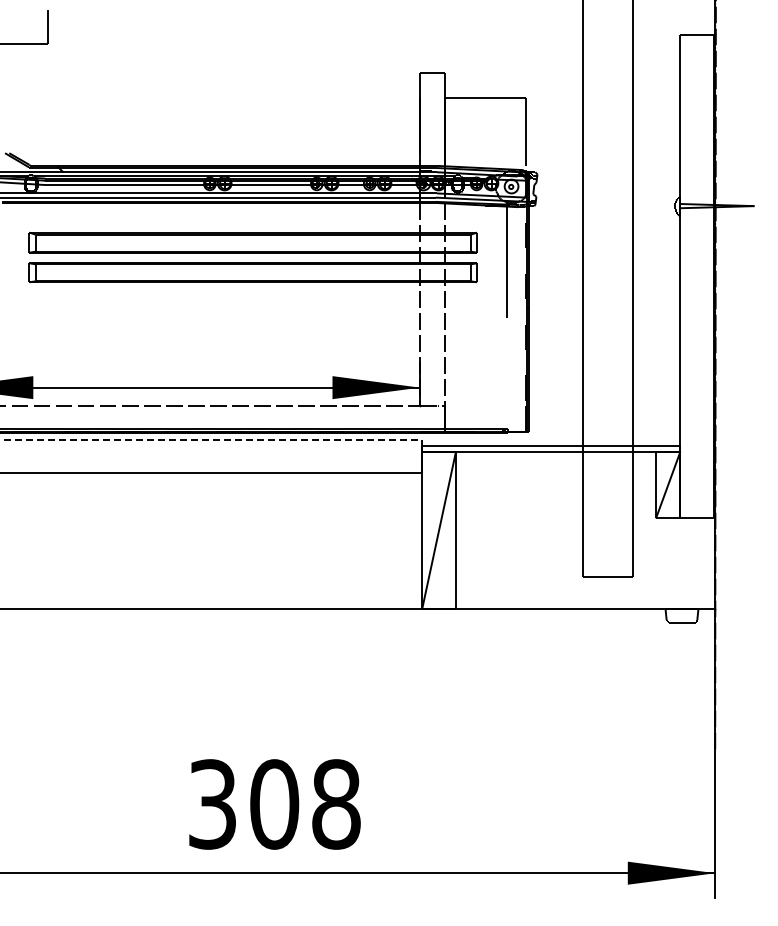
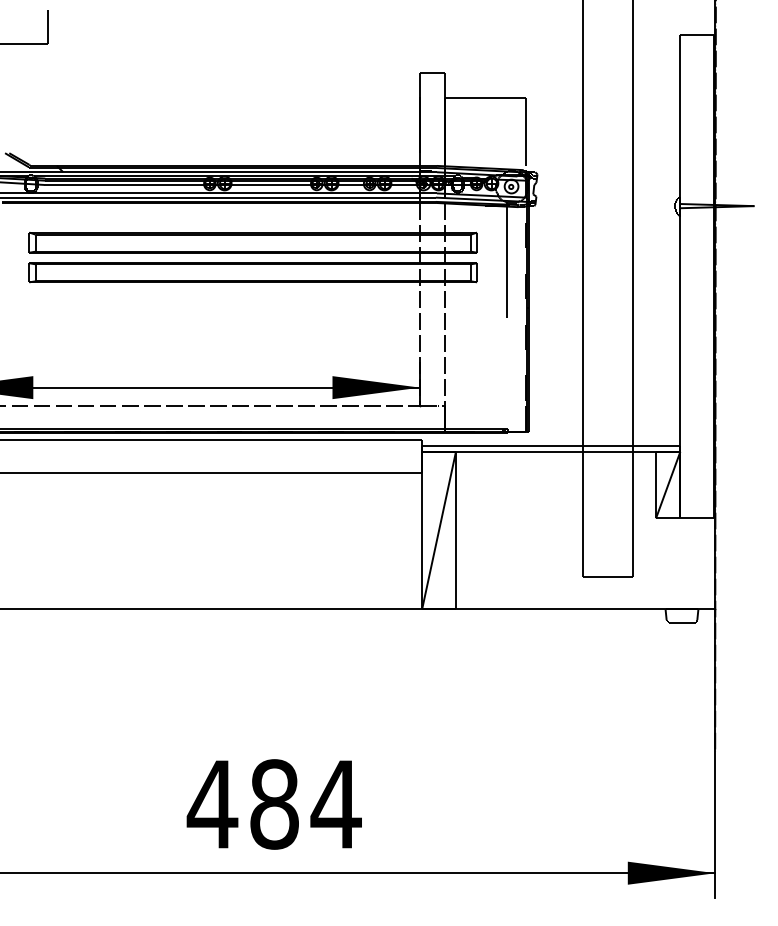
line at (211, 440): dashed -> solid
text at (273, 804): 308 -> 484
